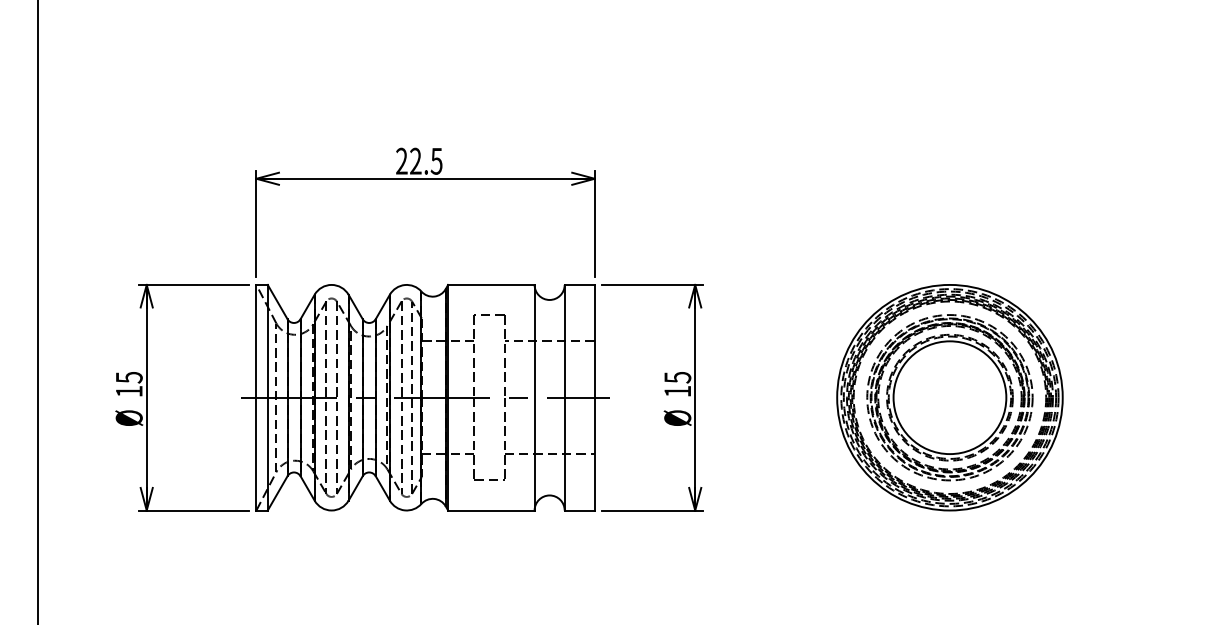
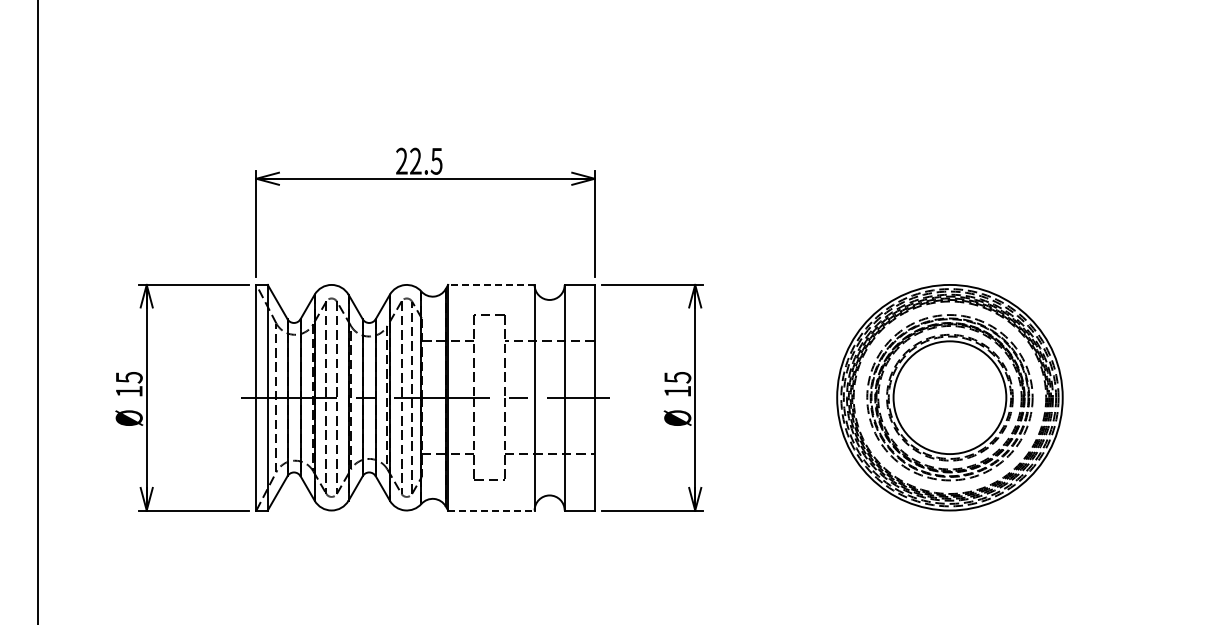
line at (490, 284): solid -> dashed
line at (491, 510): solid -> dashed
